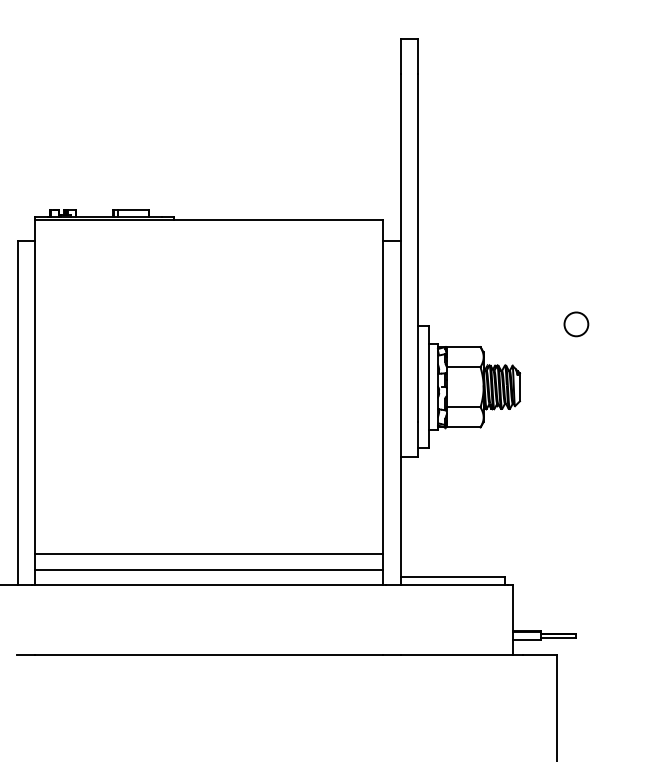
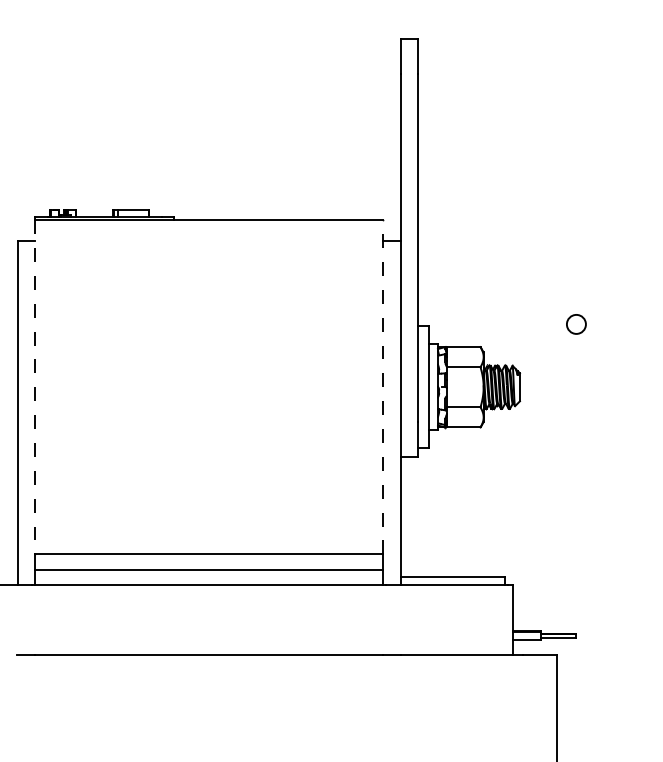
circle at (576, 324) size: 27x27 px -> 21x21 px
line at (383, 386): solid -> dashed
line at (35, 387): solid -> dashed
